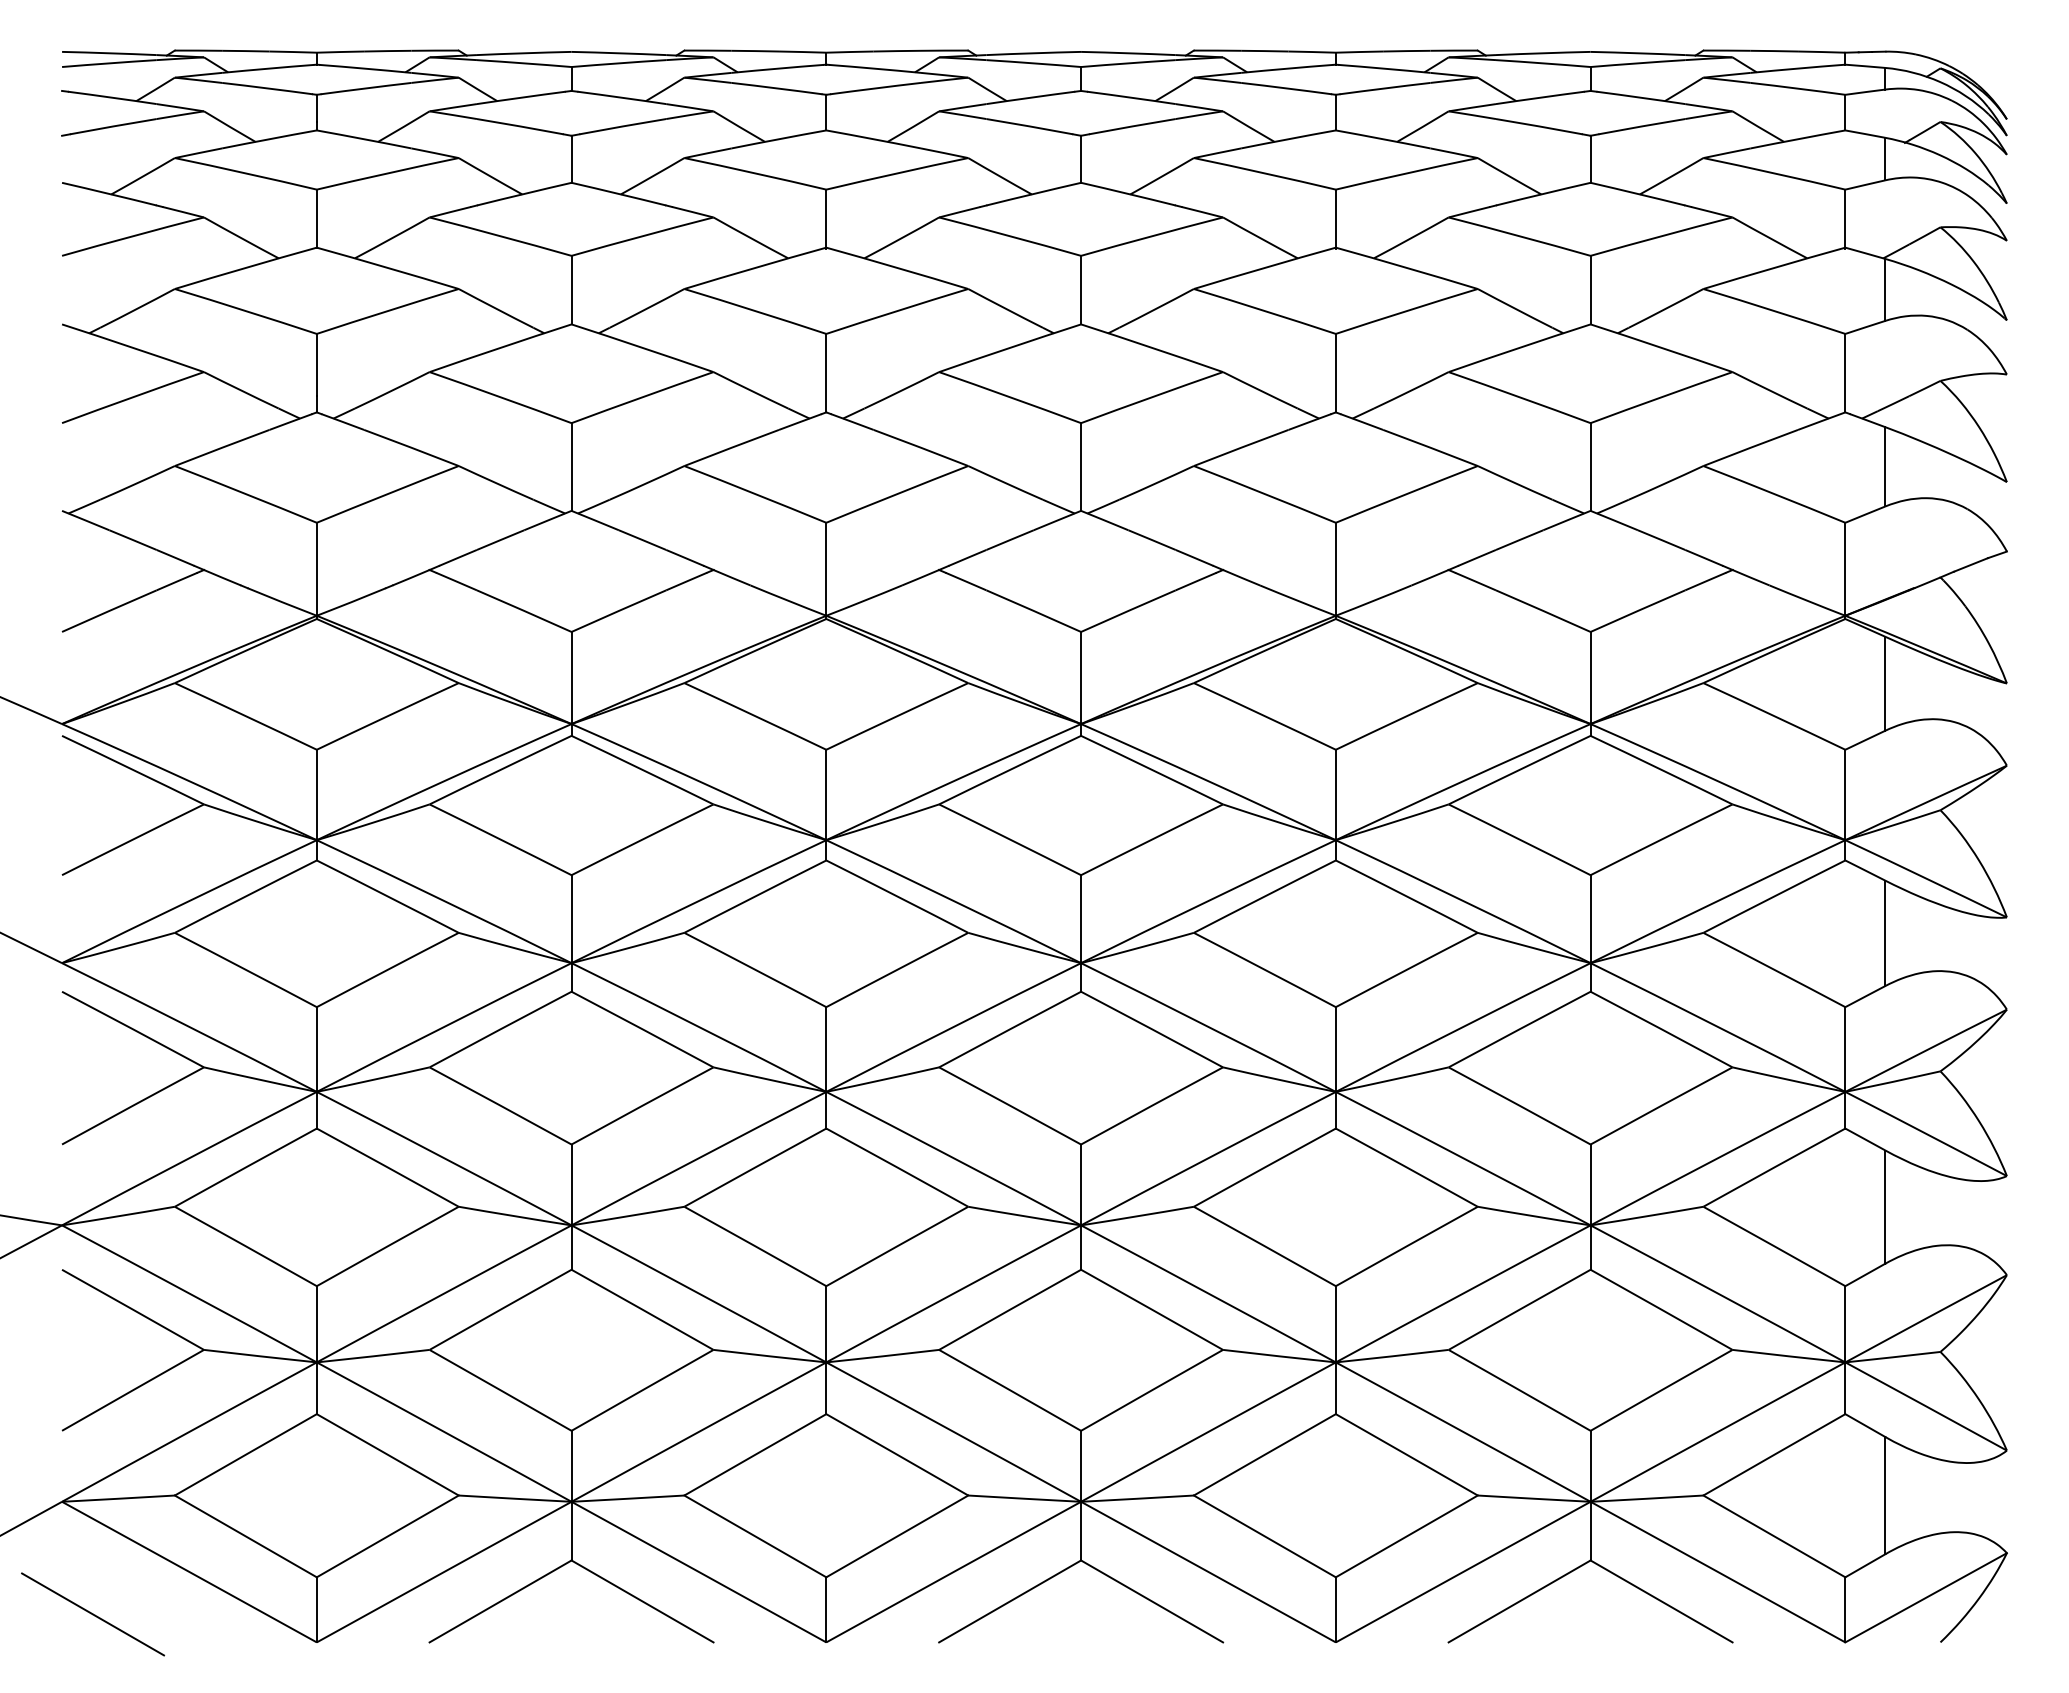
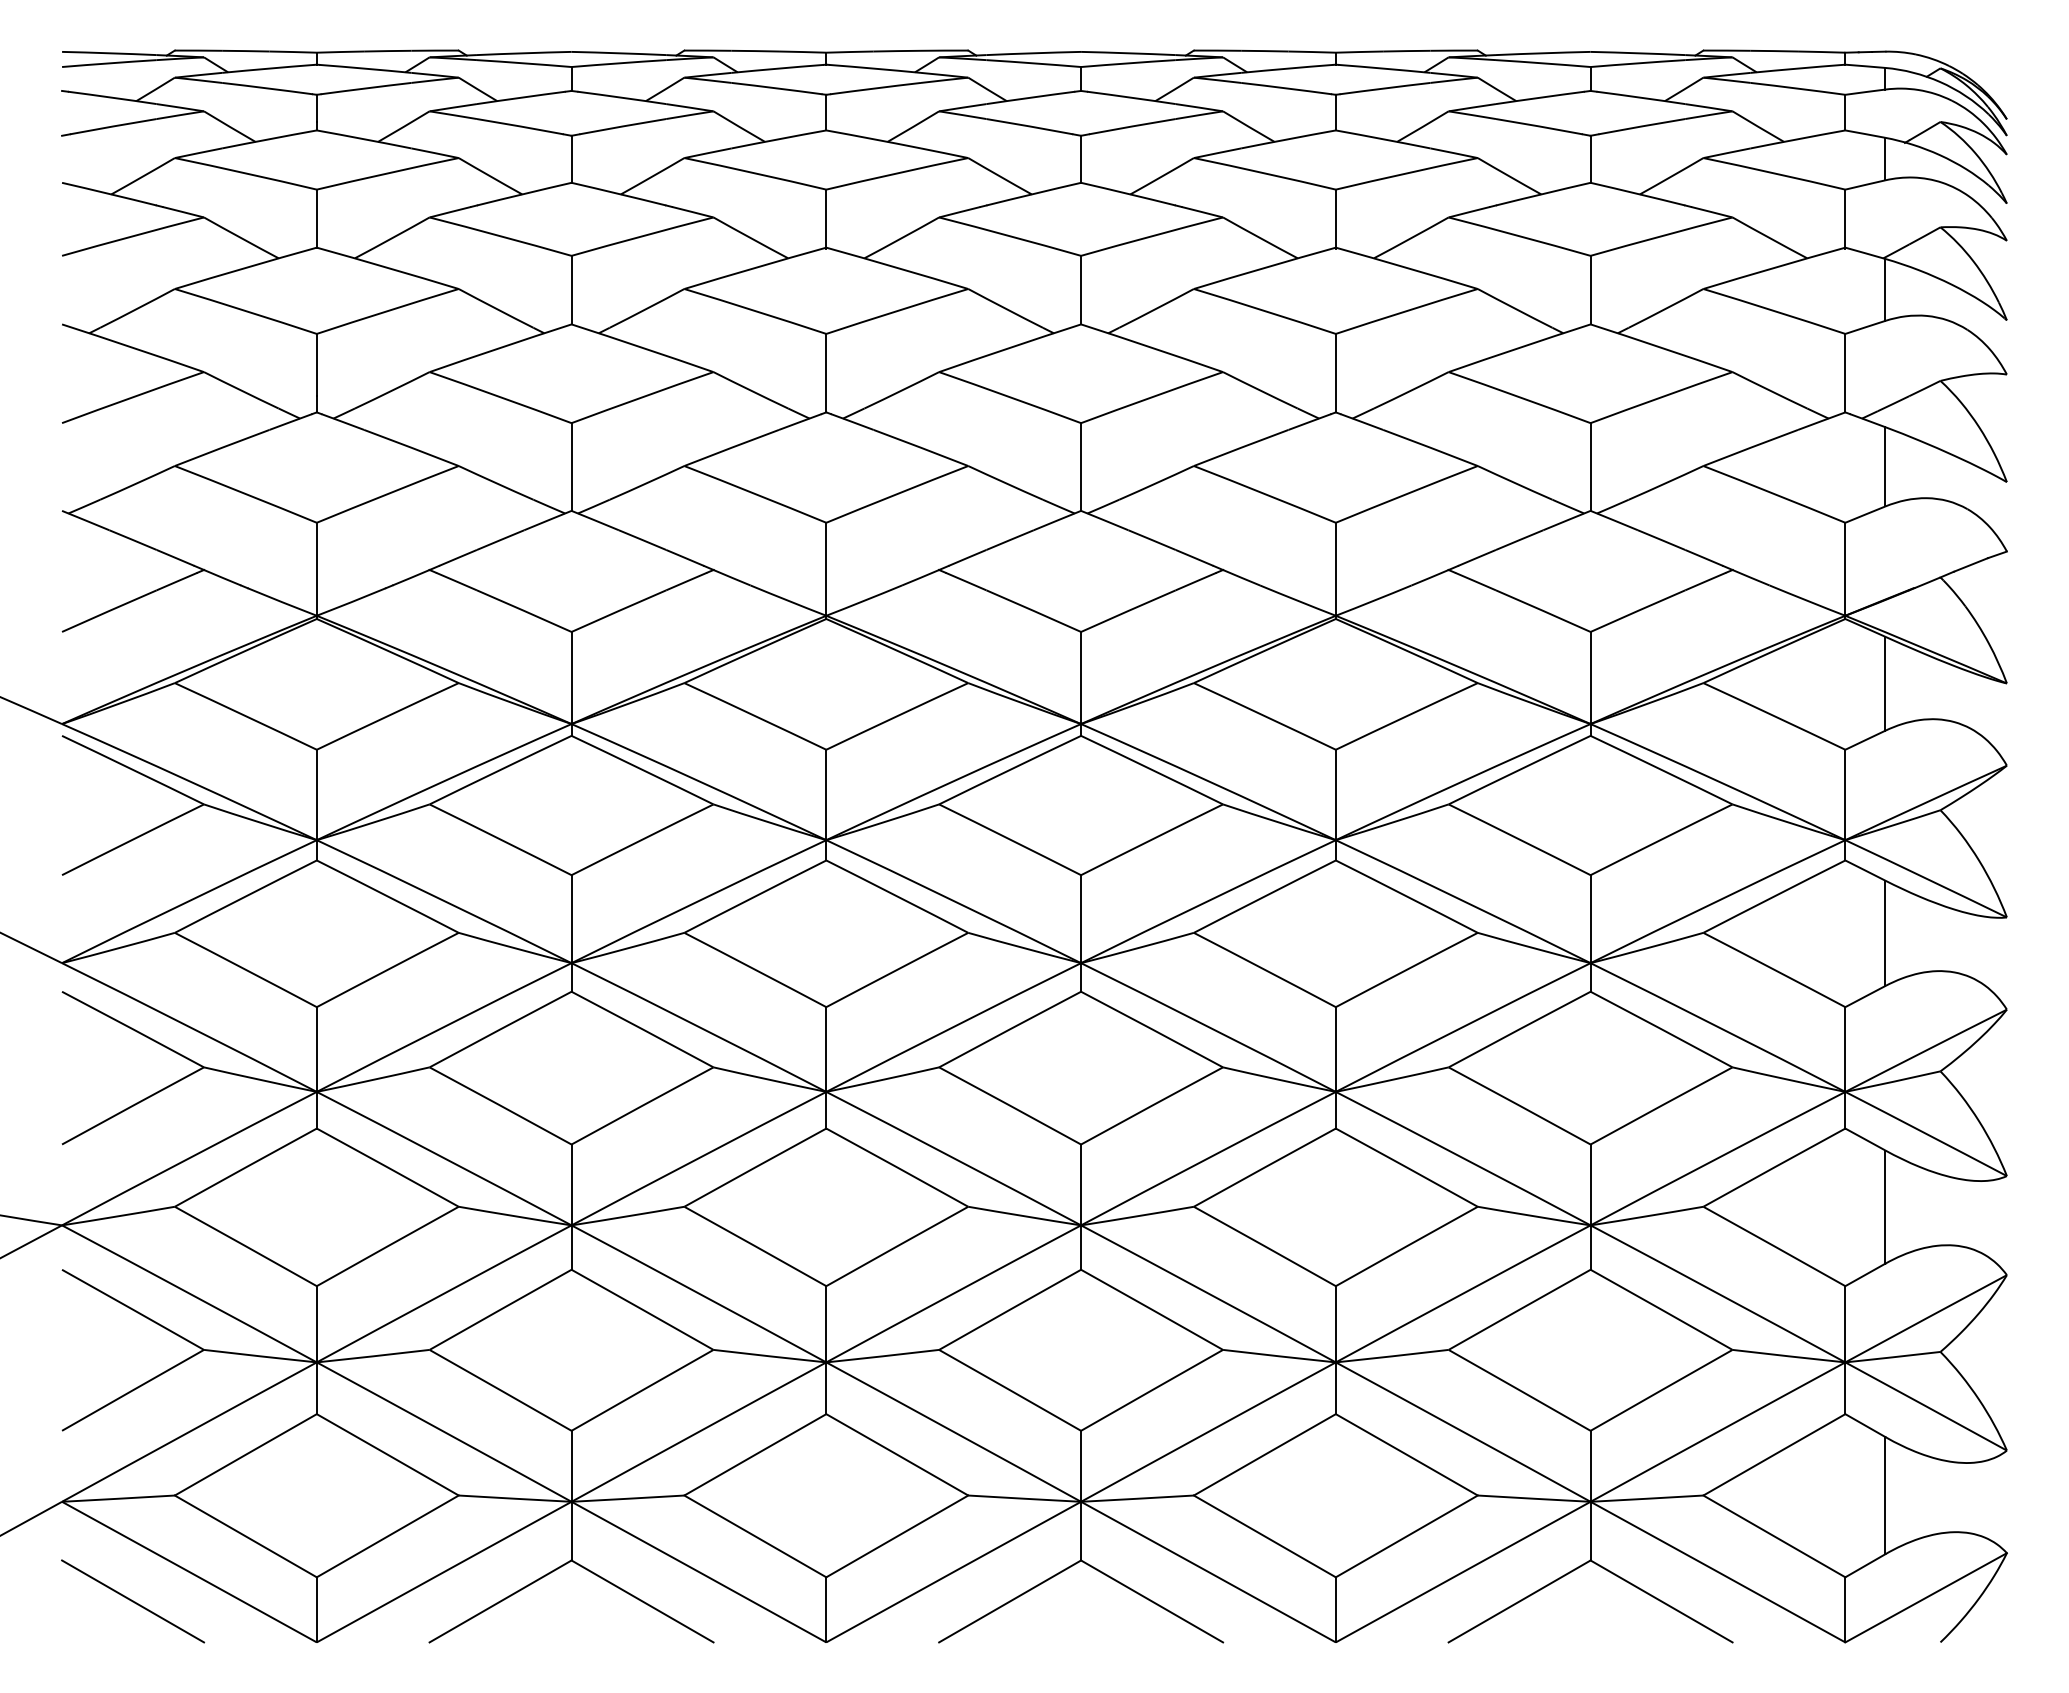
line at (92, 1614) position: (92, 1614) -> (132, 1601)
